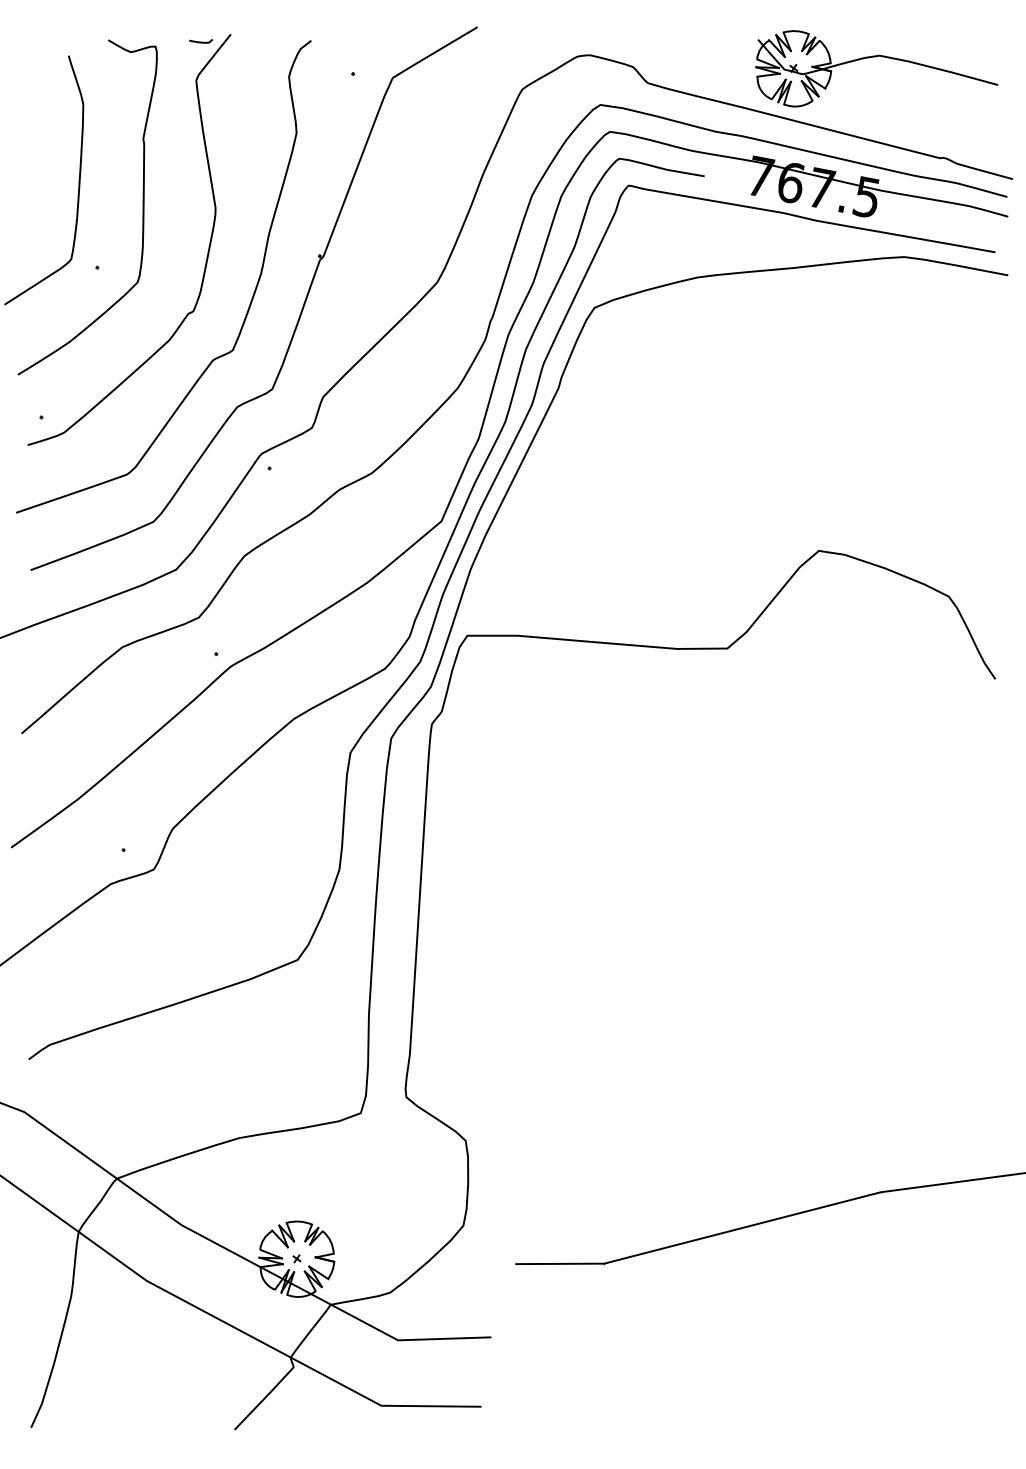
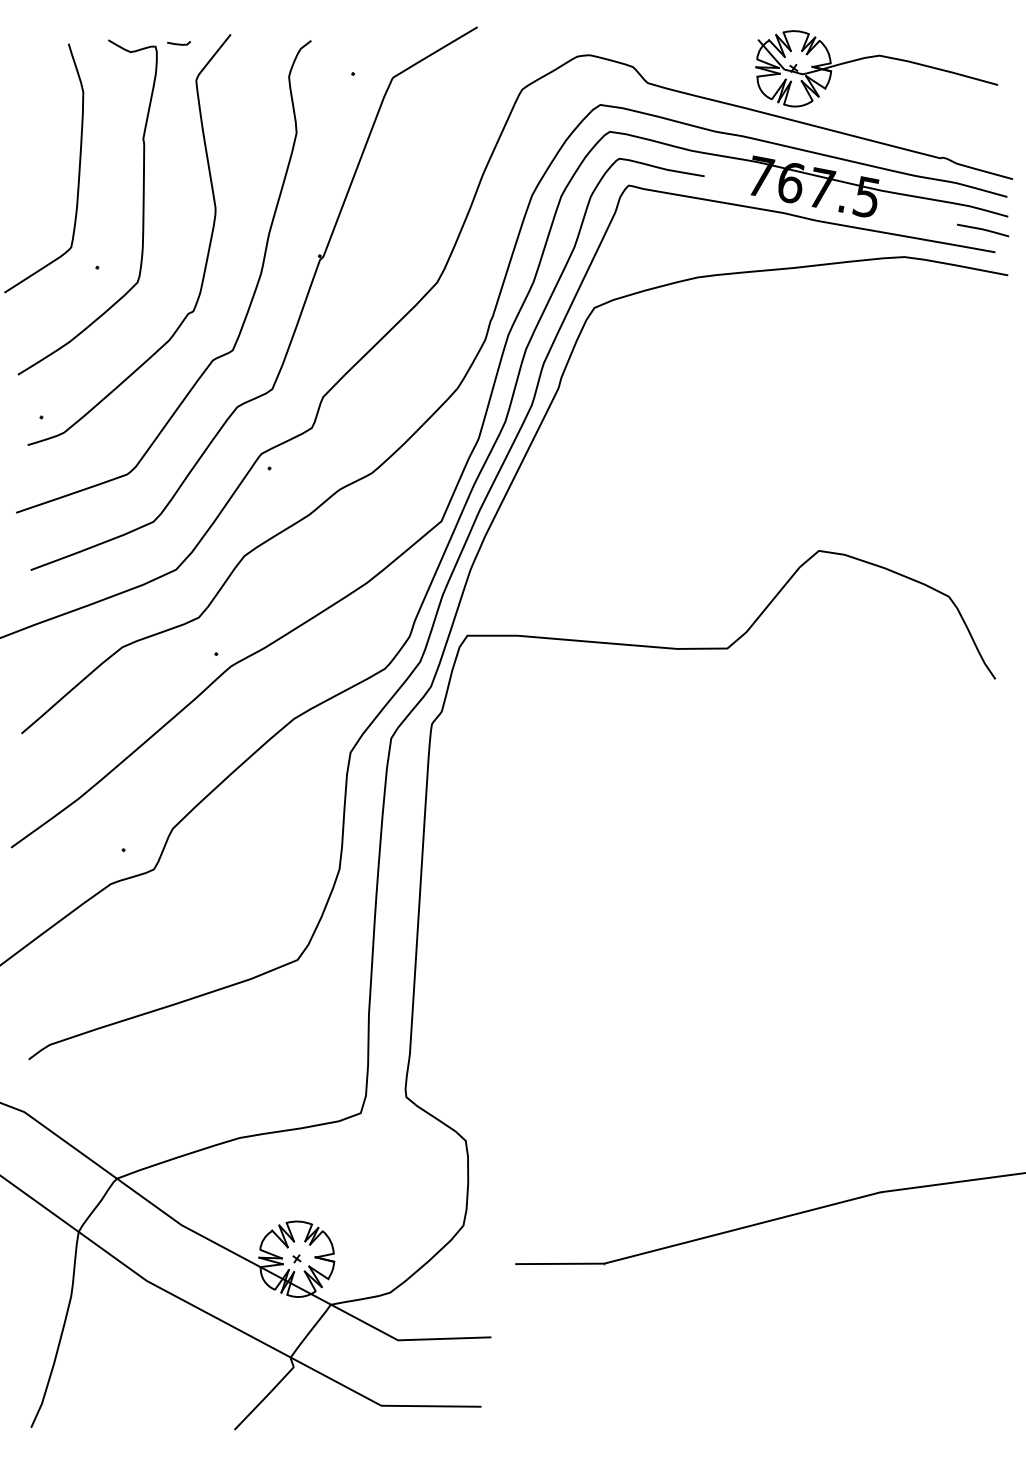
curve at (200, 41) position: (200, 41) -> (178, 43)
curve at (78, 180) position: (78, 180) -> (78, 168)
line at (983, 230): none -> present
